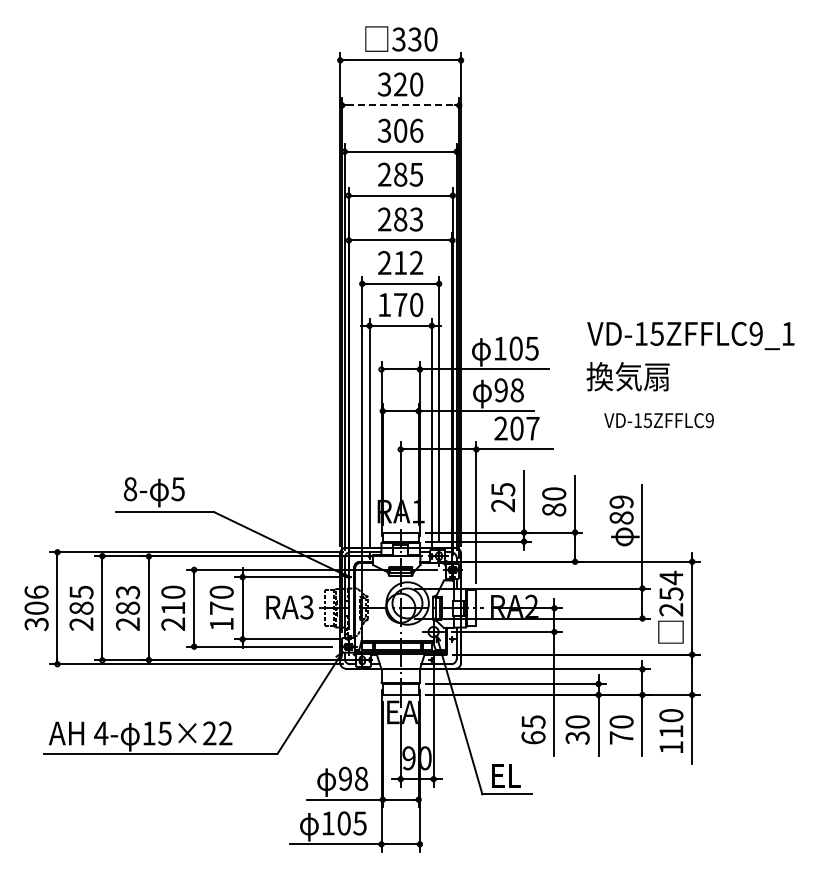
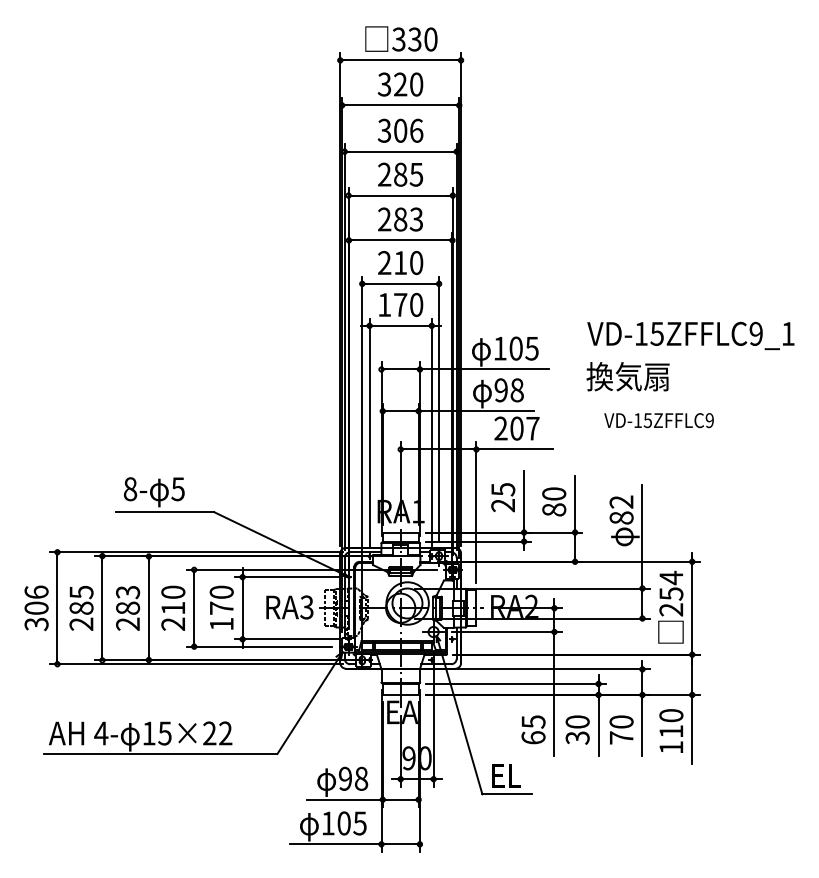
line at (401, 105): dashed -> solid
text at (416, 263): 212 -> 210
text at (621, 501): 89 -> 82
